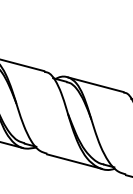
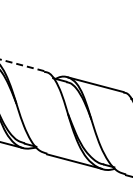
line at (22, 65): solid -> dashed
